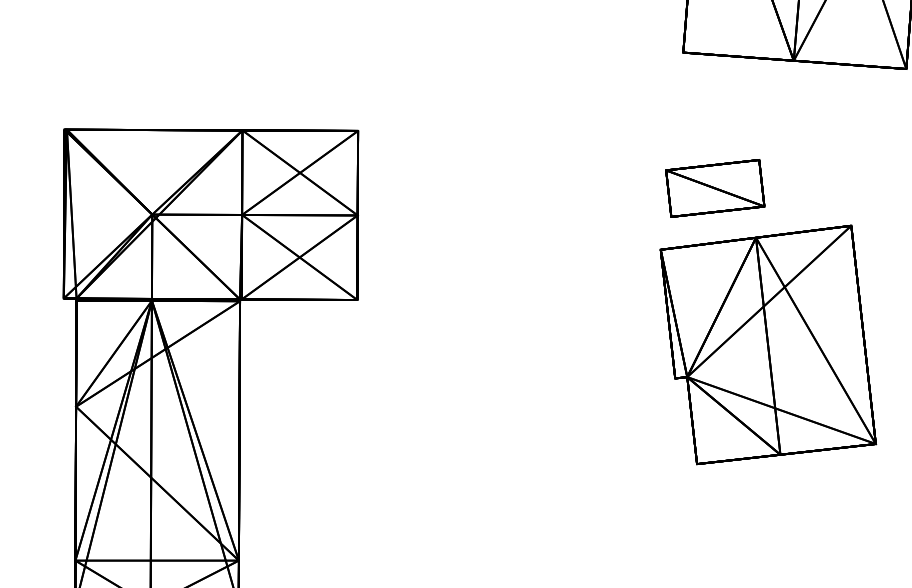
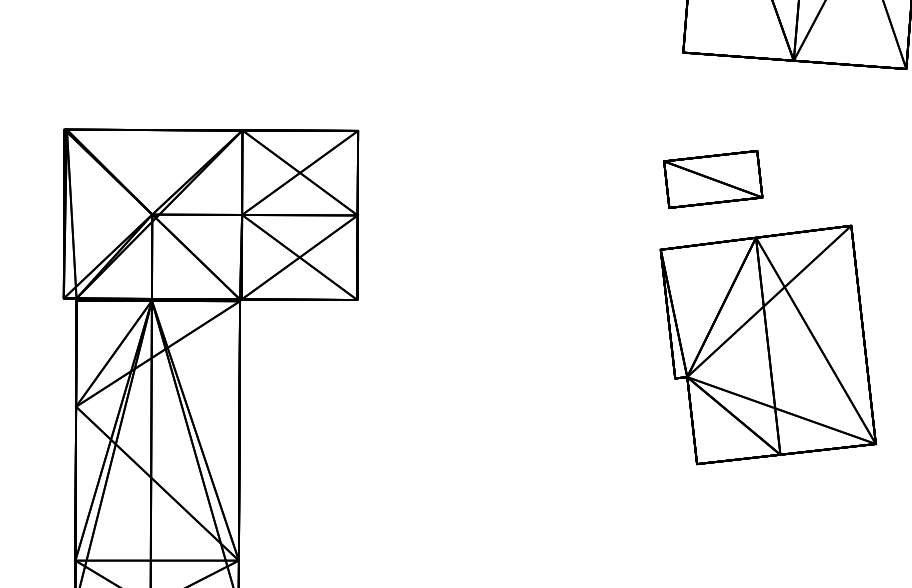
part at (715, 188) position: (715, 188) -> (713, 179)
